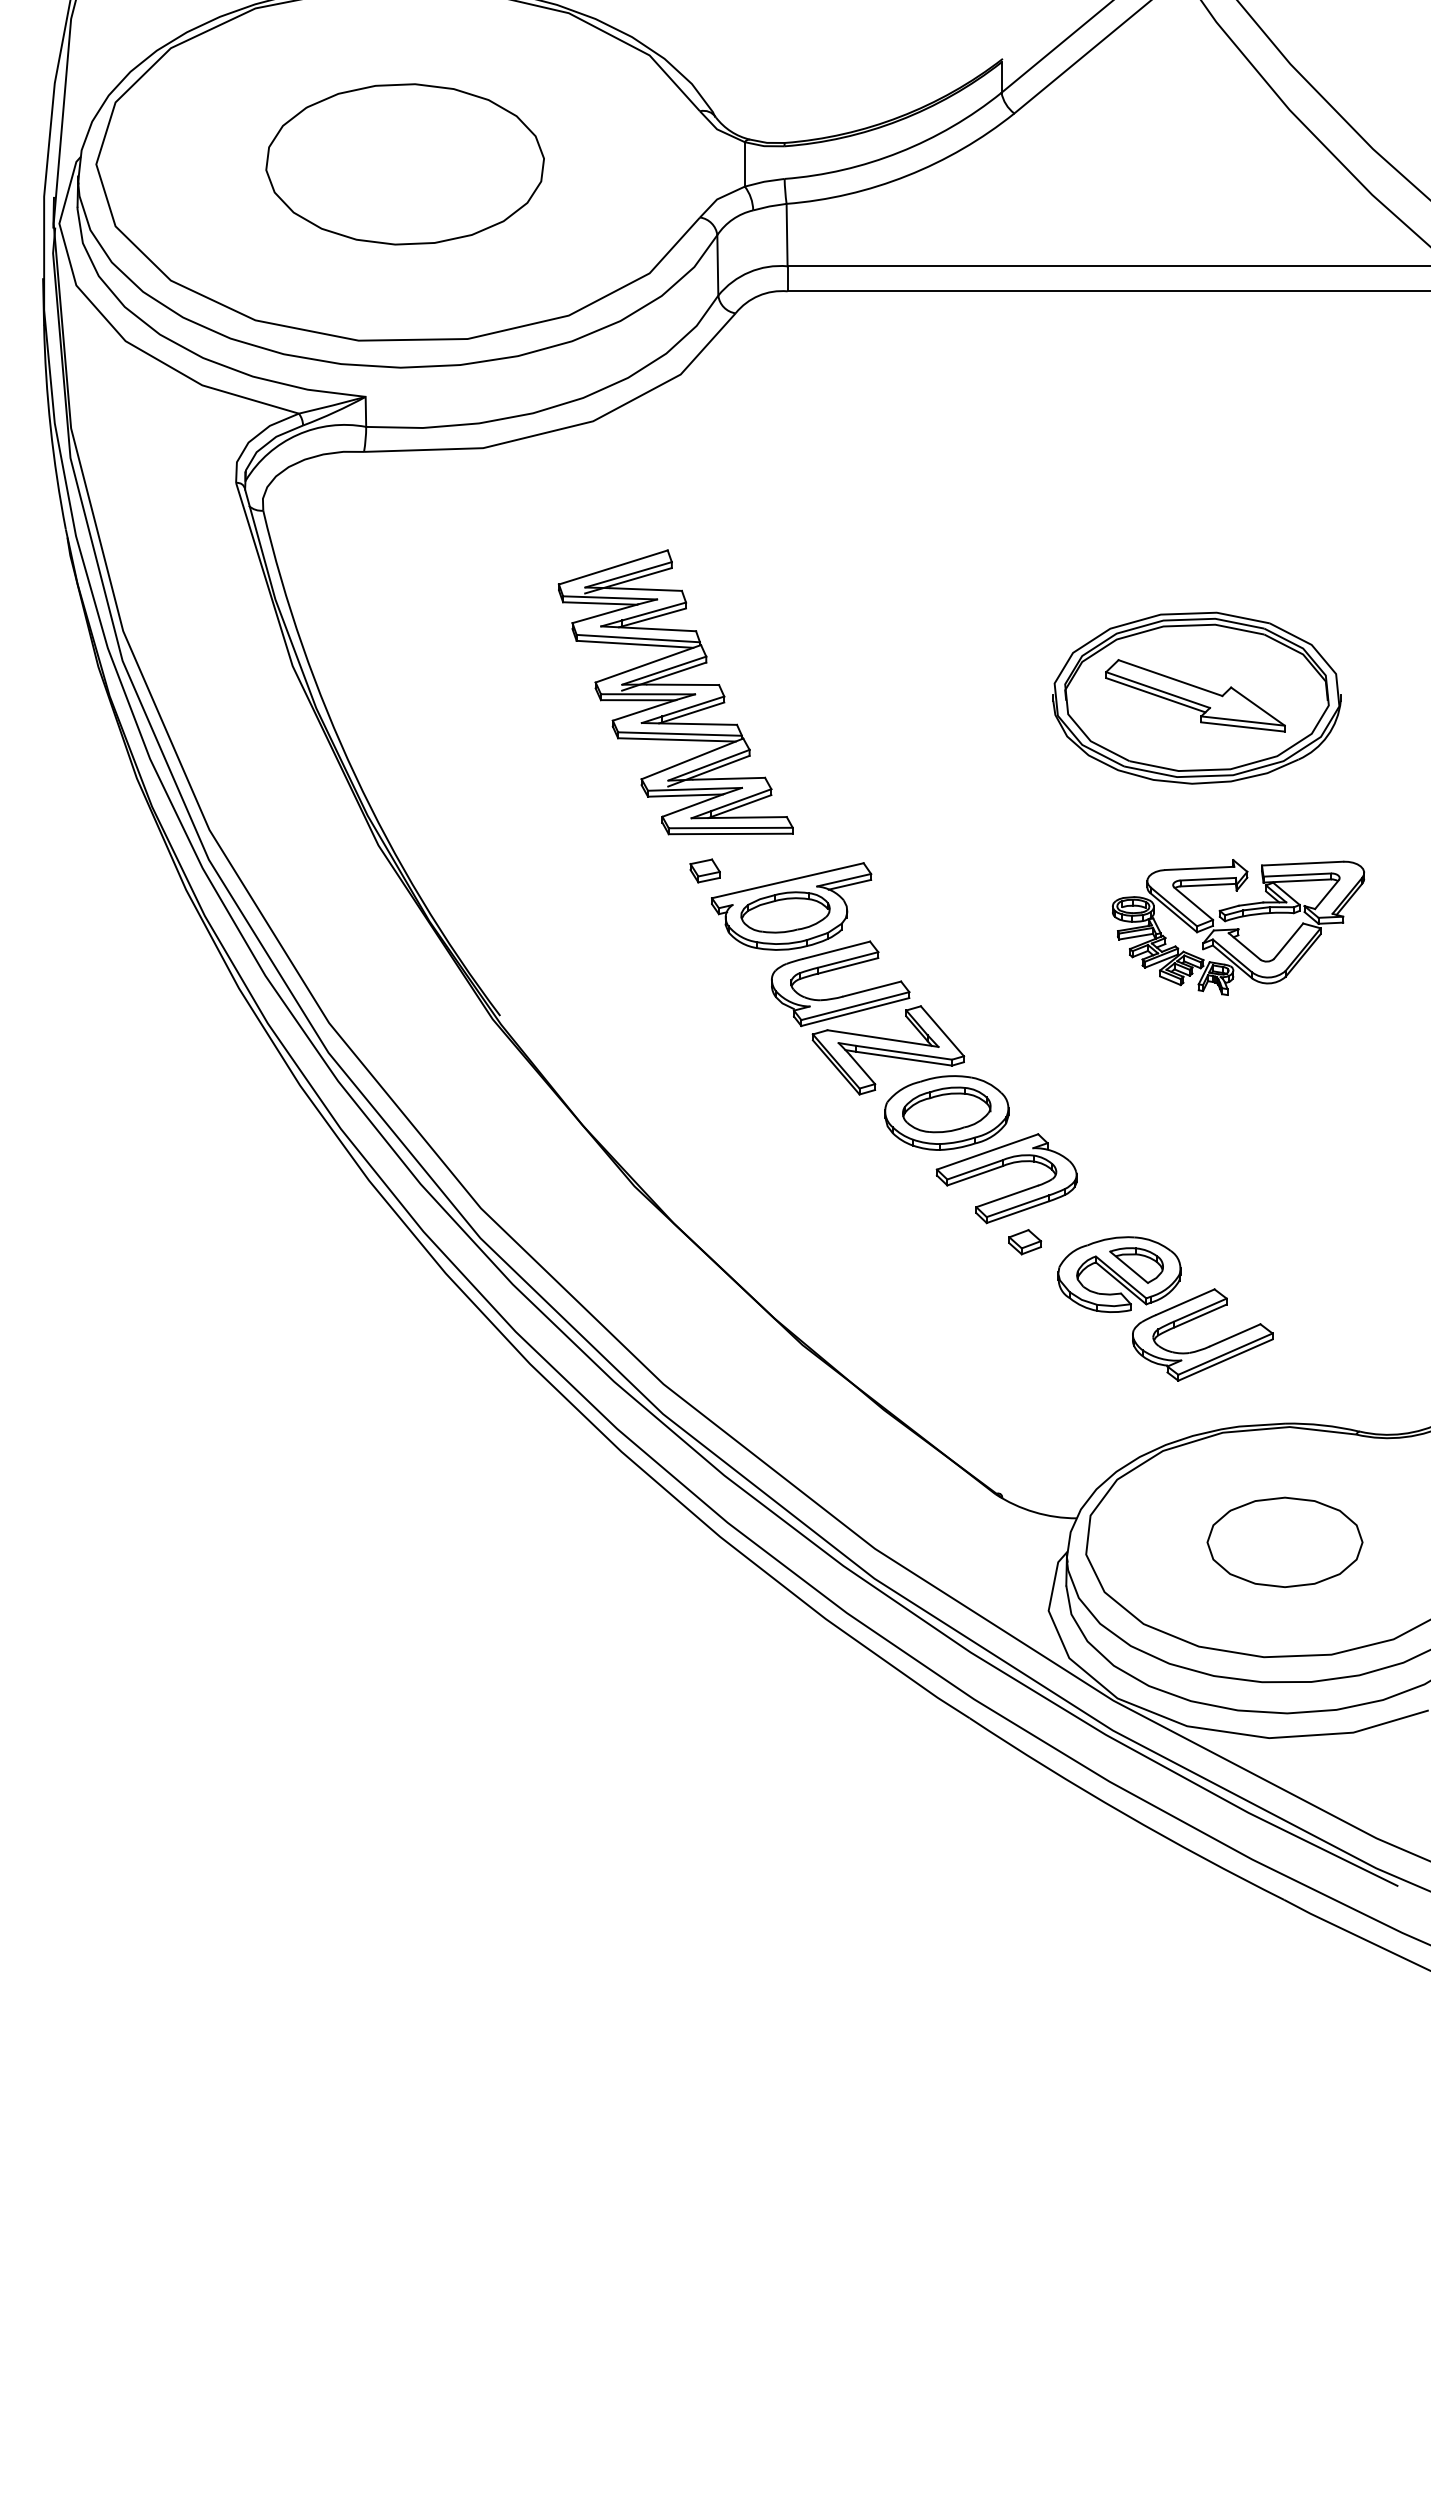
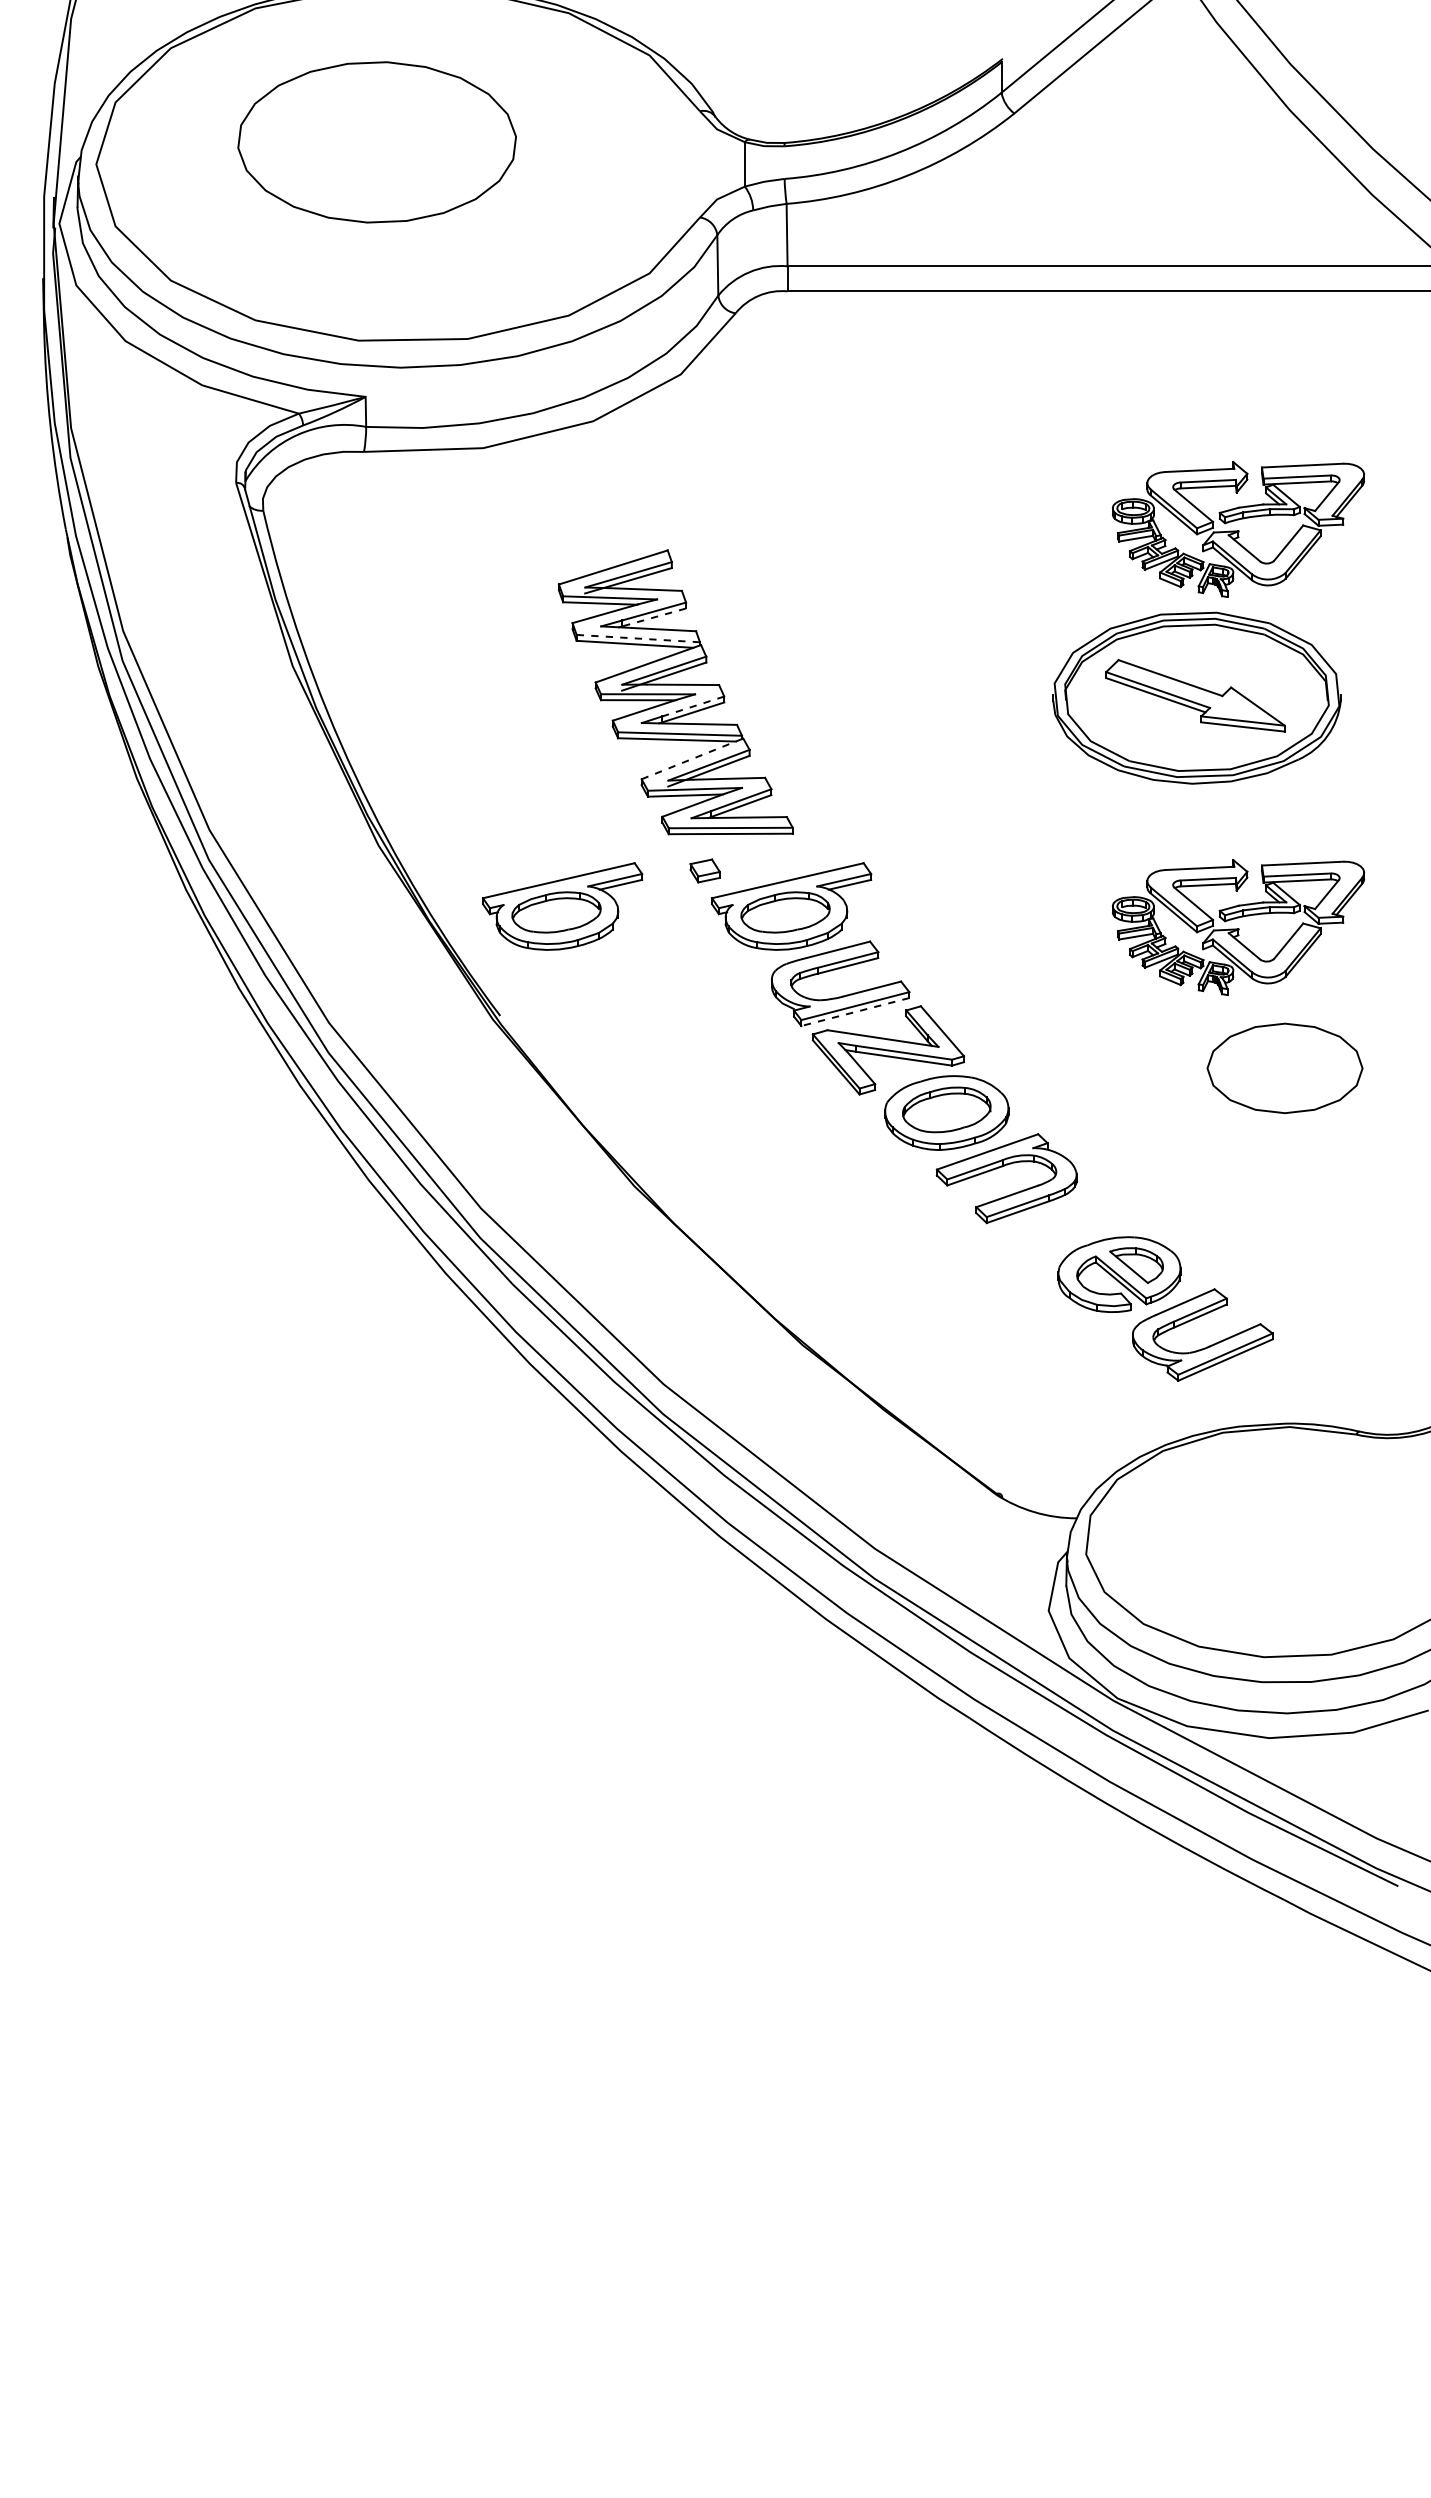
part at (404, 164) position: (404, 164) -> (376, 142)
part at (1238, 529): none -> present
line at (653, 617): solid -> dashed
line at (638, 638): solid -> dashed
line at (693, 706): solid -> dashed
line at (692, 758): solid -> dashed
part at (562, 906): none -> present
line at (855, 1012): solid -> dashed
part at (1025, 1242): present -> none
part at (1284, 1541) position: (1284, 1541) -> (1284, 1067)
